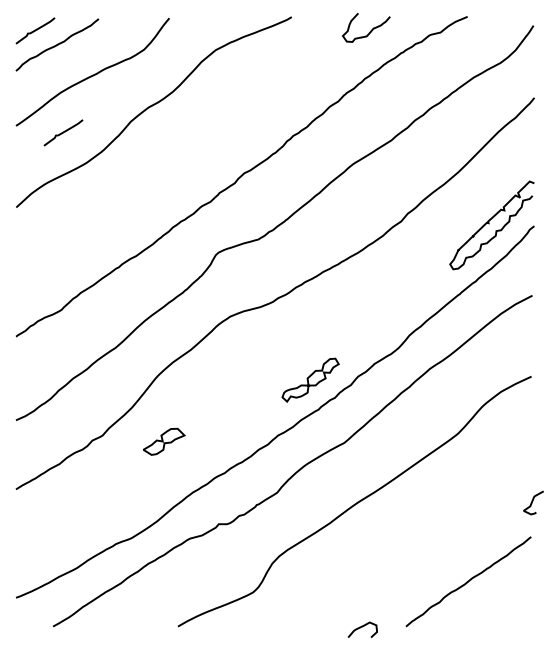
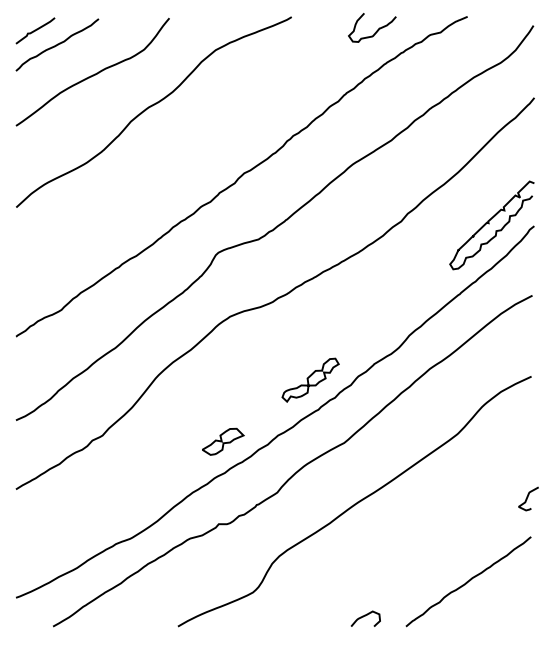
curve at (370, 30) position: (370, 30) -> (376, 30)
curve at (63, 132): present -> none
part at (164, 441) position: (164, 441) -> (223, 441)
curve at (533, 501) position: (533, 501) -> (528, 497)
curve at (362, 627) position: (362, 627) -> (365, 616)
